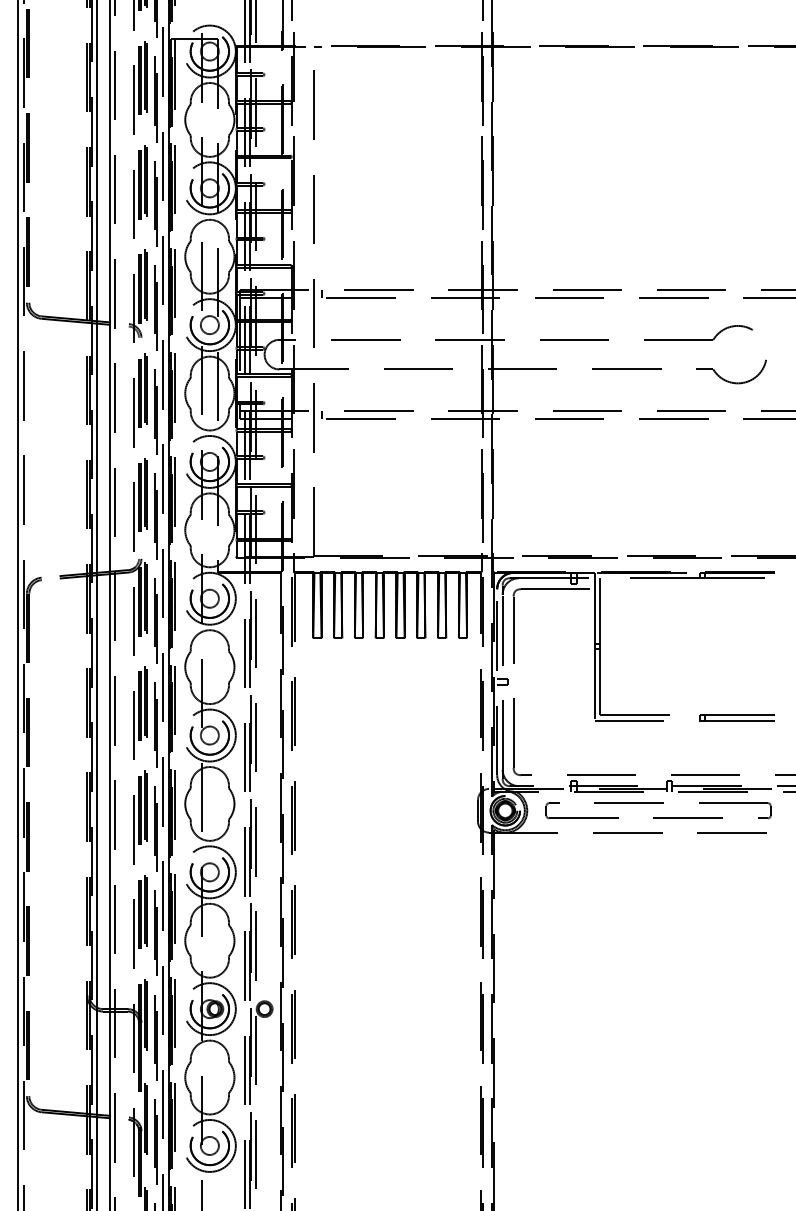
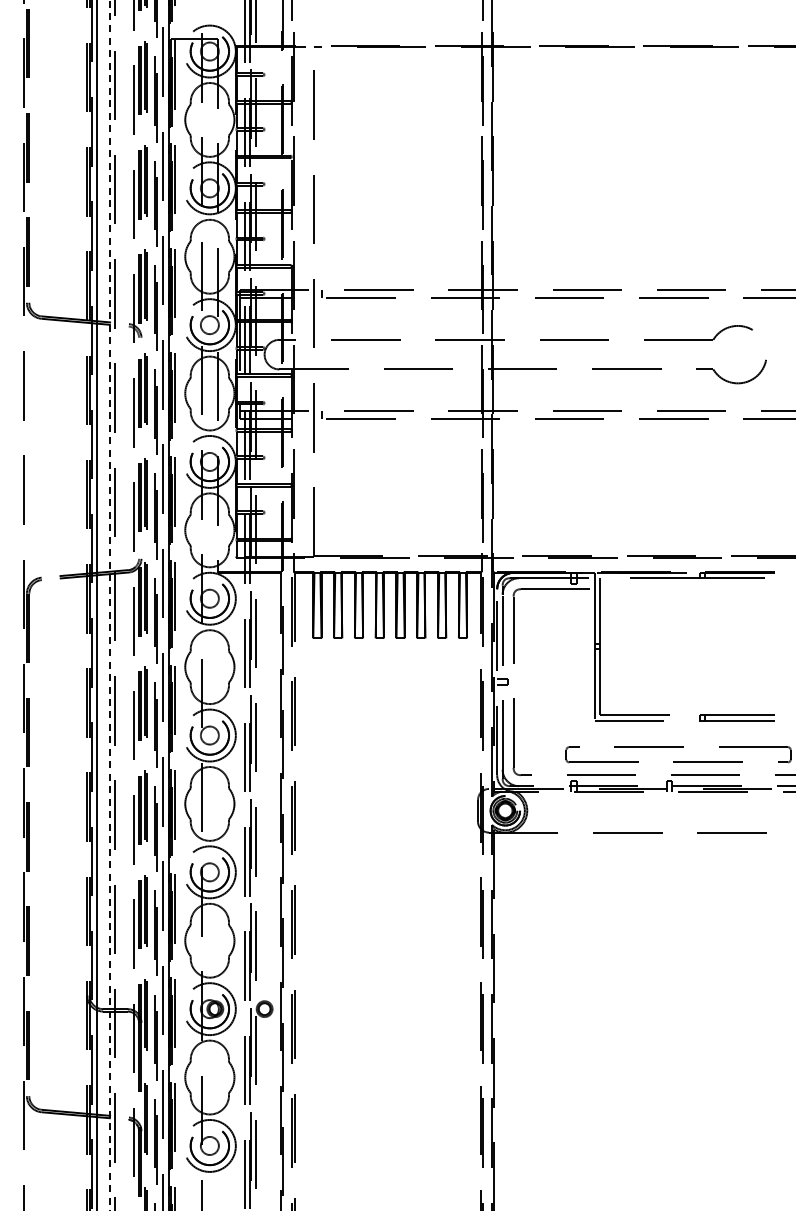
line at (18, 604): present -> none
line at (110, 605): solid -> dashed
part at (658, 803) position: (658, 803) -> (678, 747)
